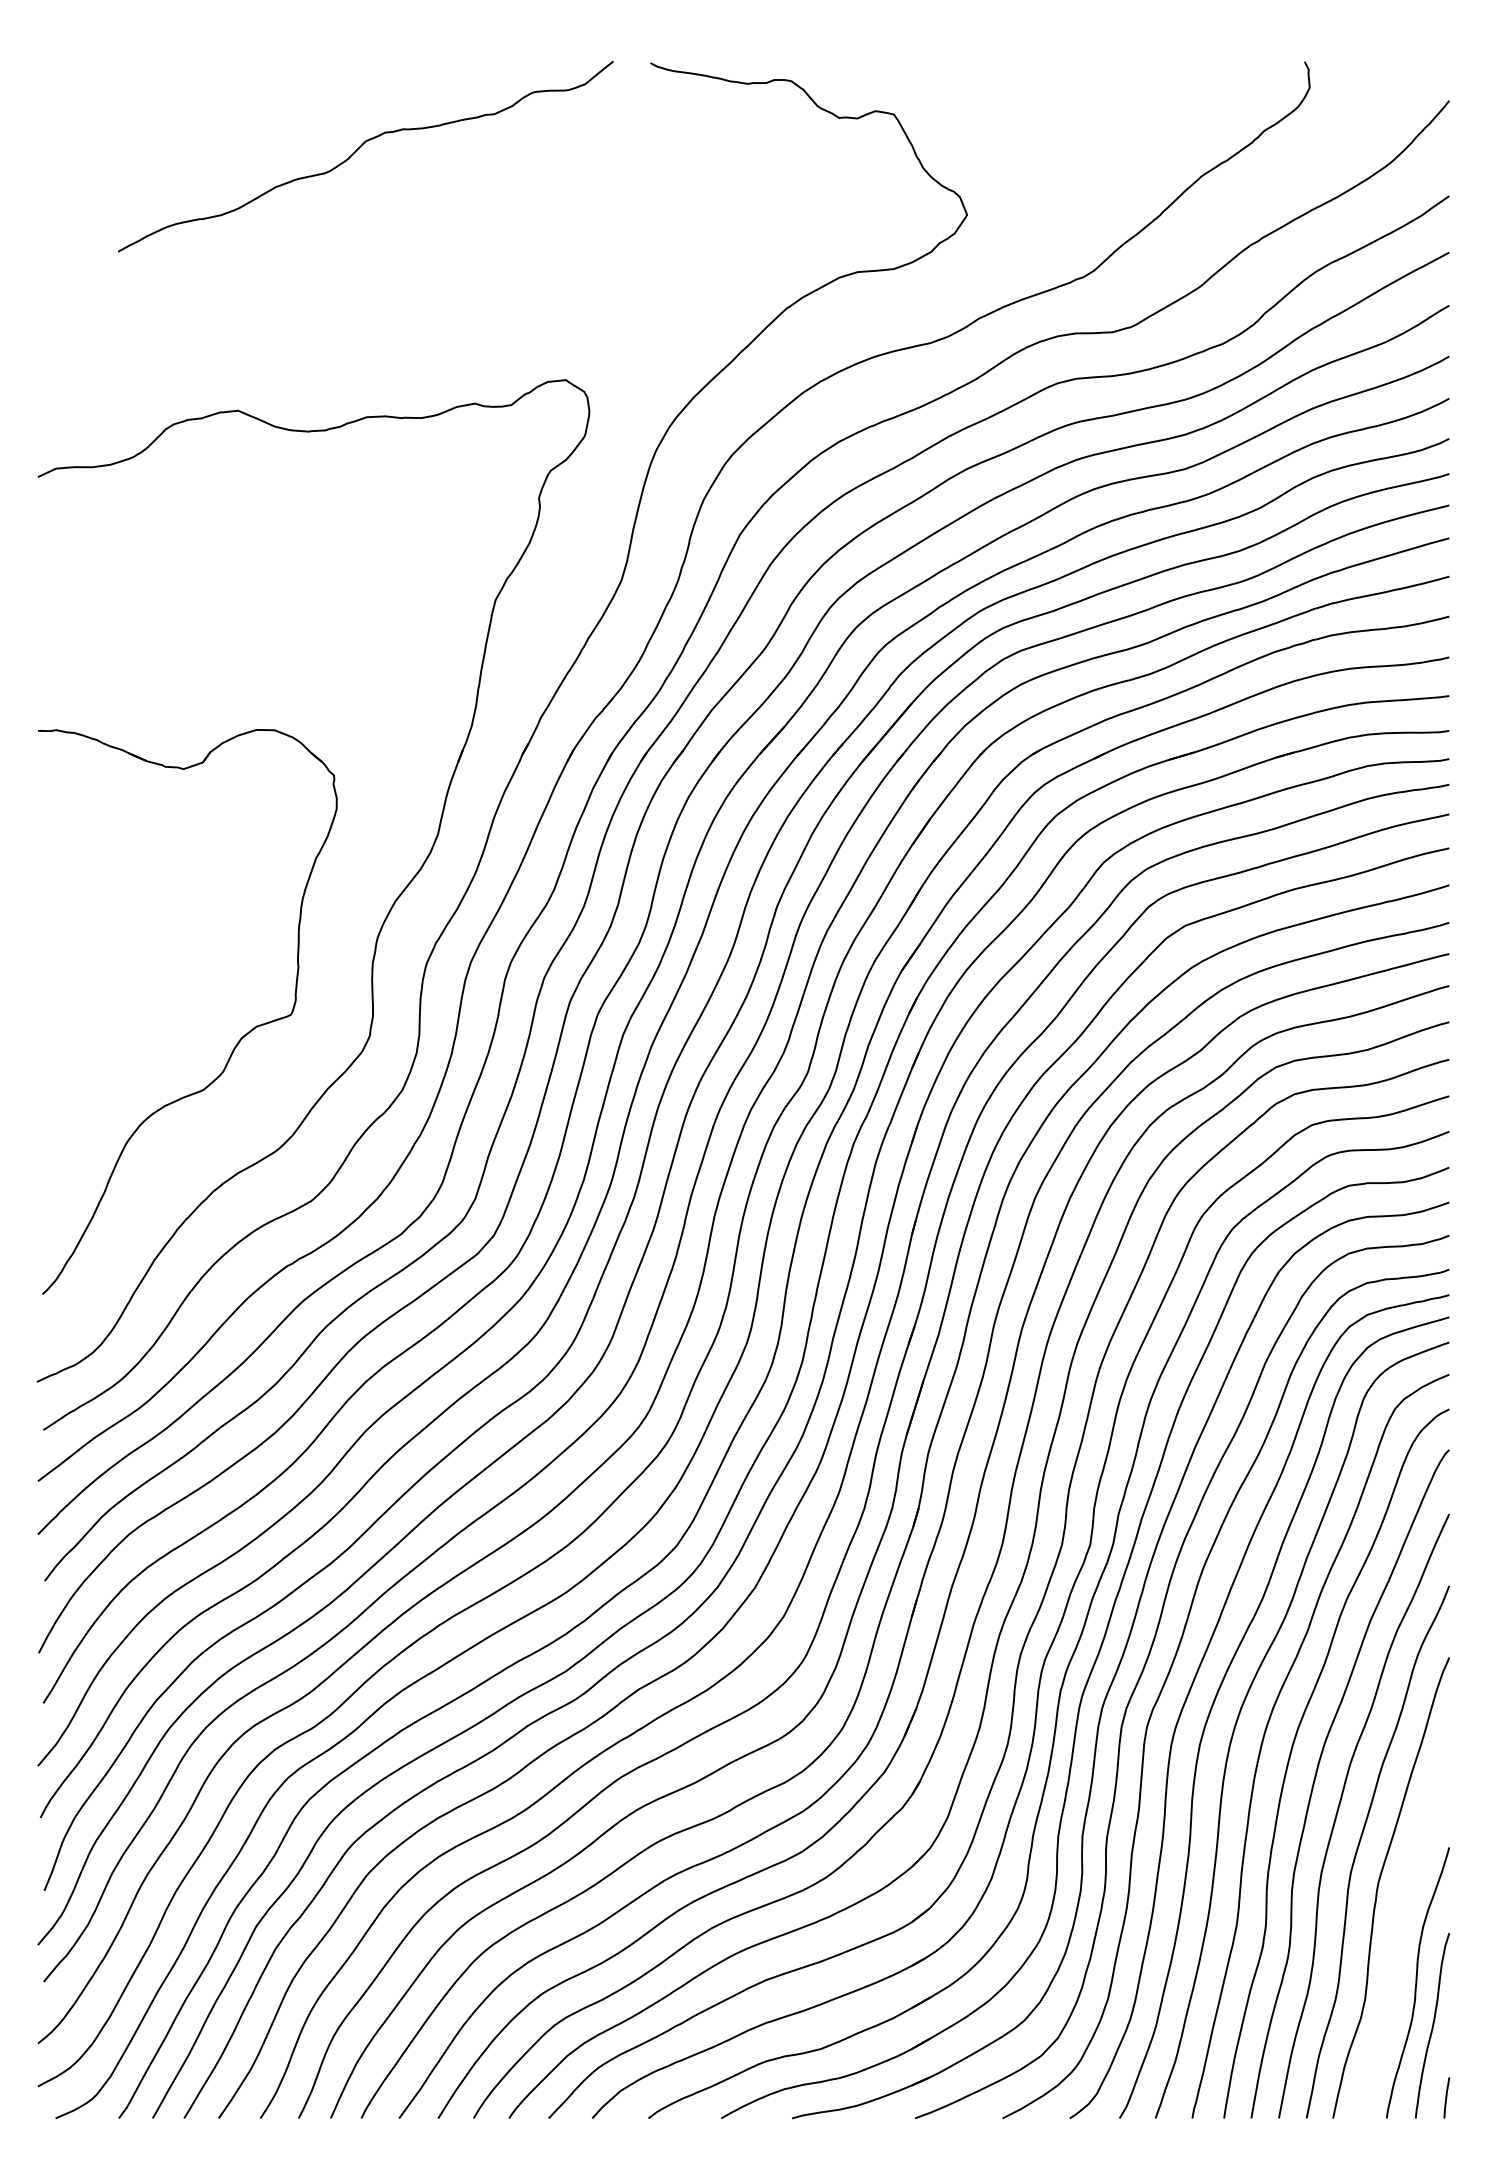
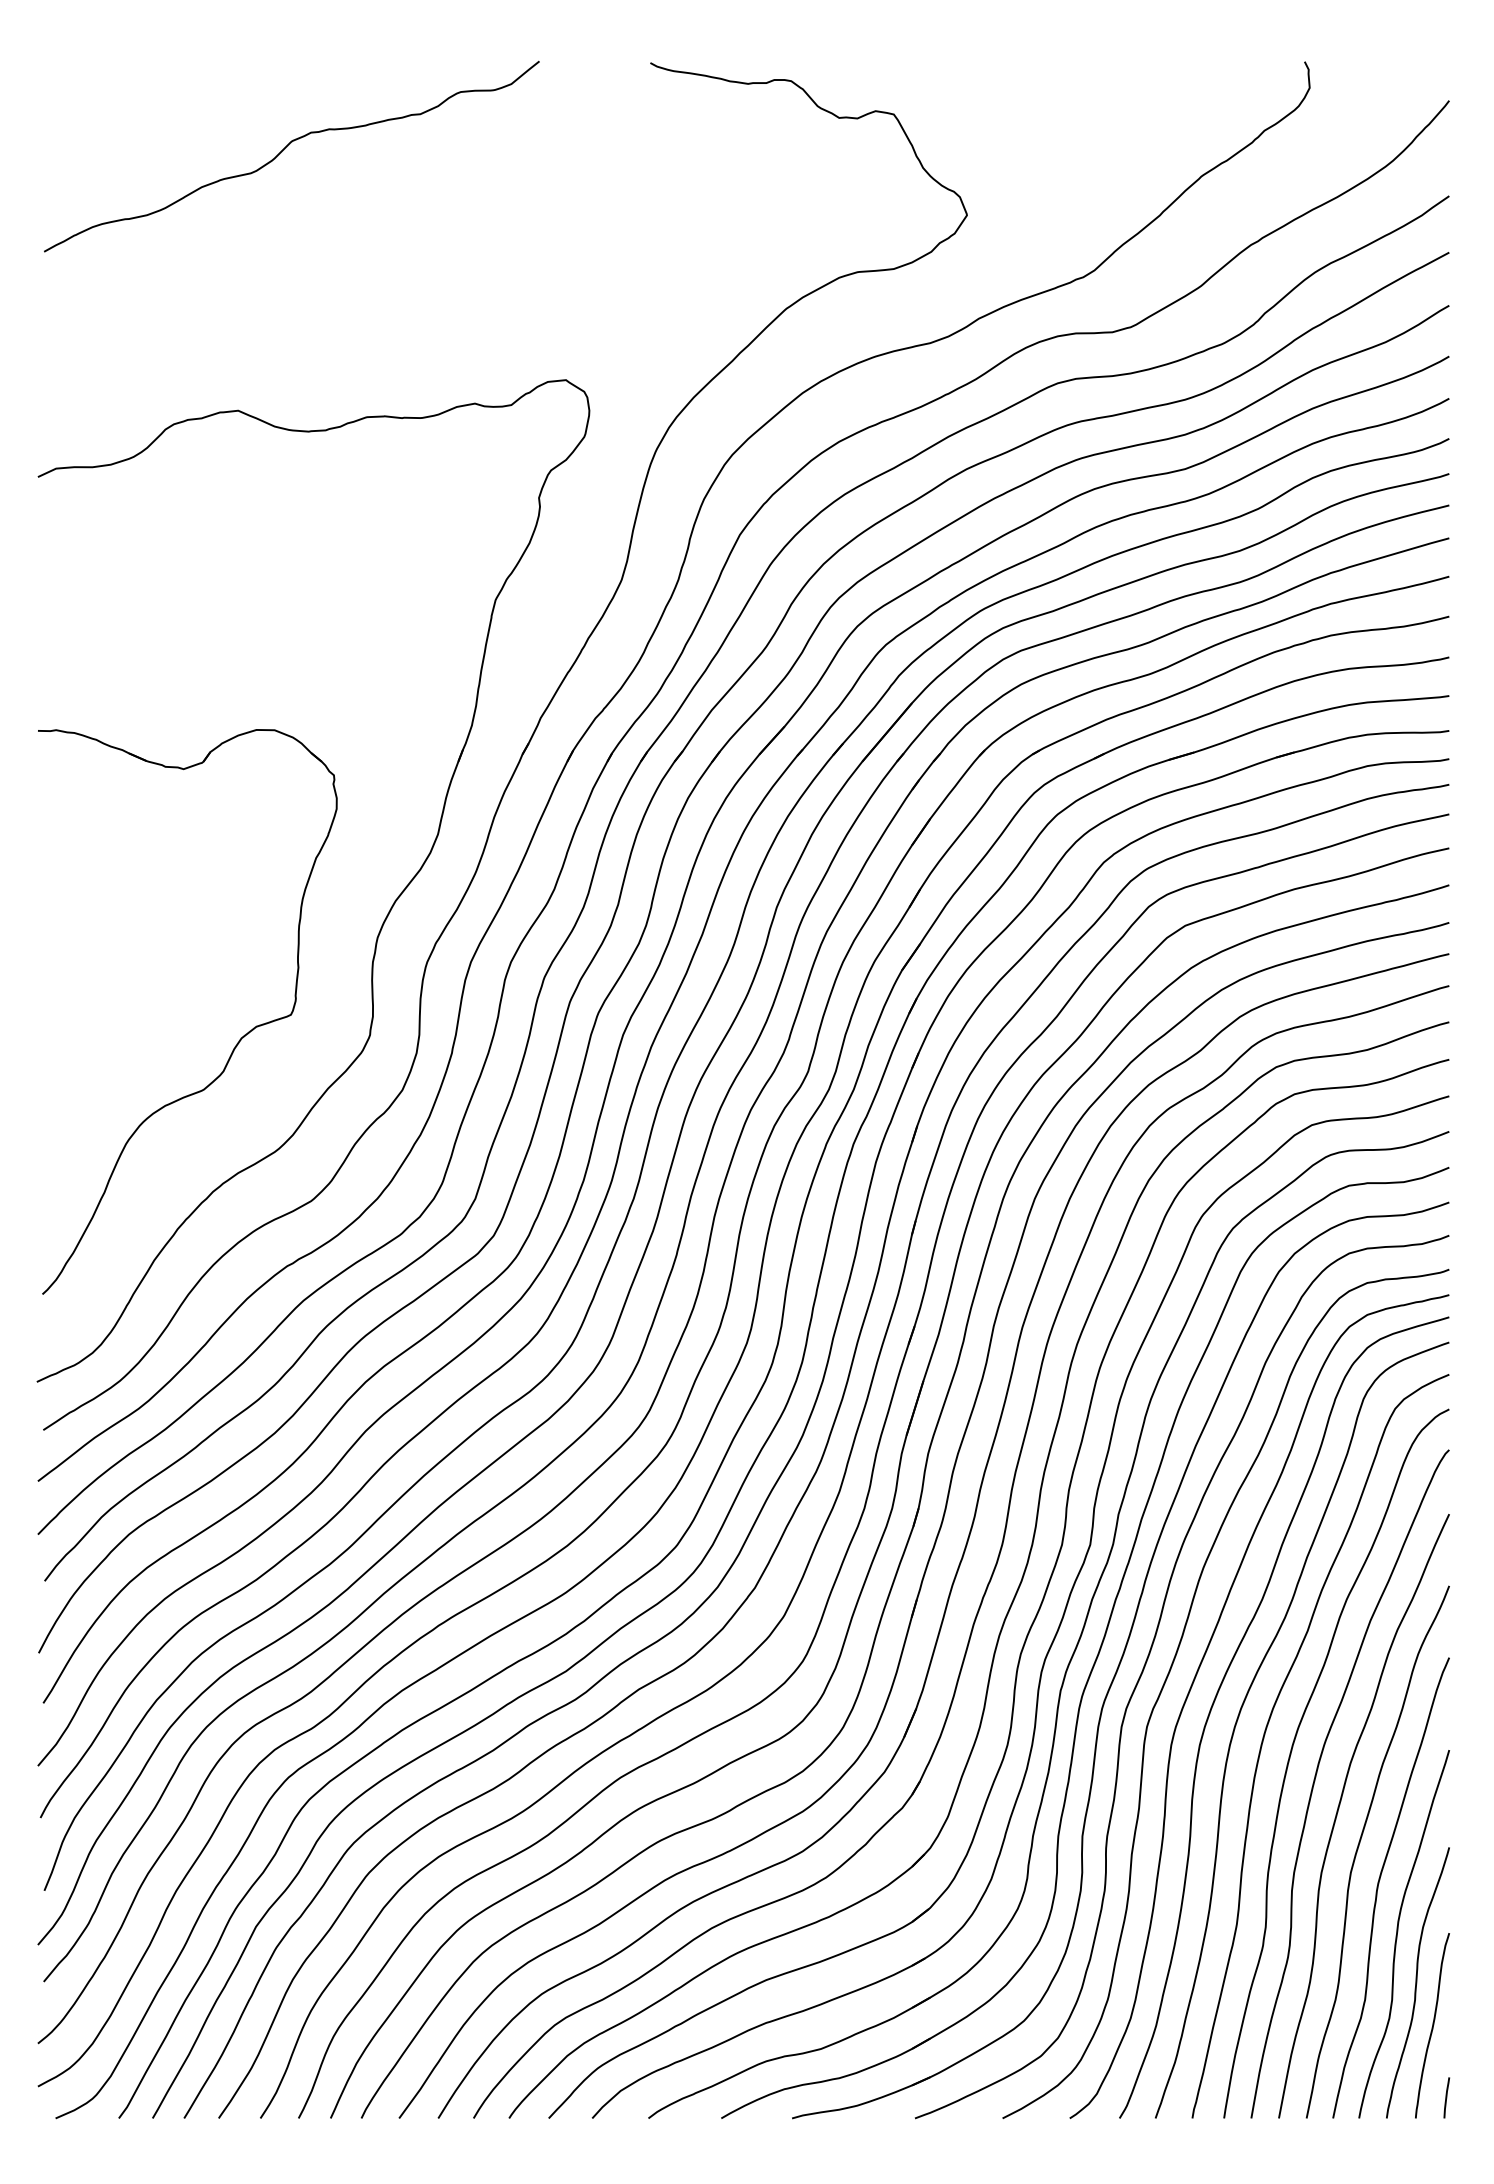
curve at (358, 149) position: (358, 149) -> (284, 149)
curve at (1398, 1931): none -> present
